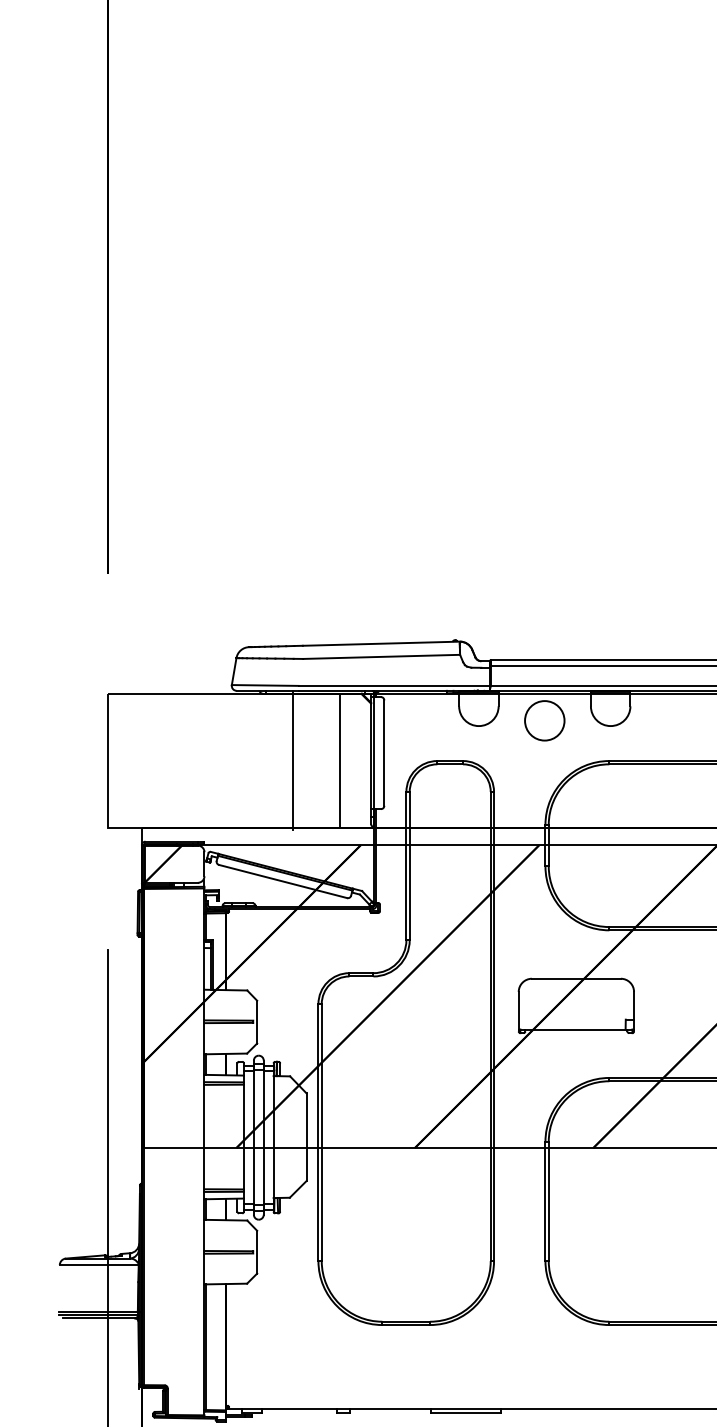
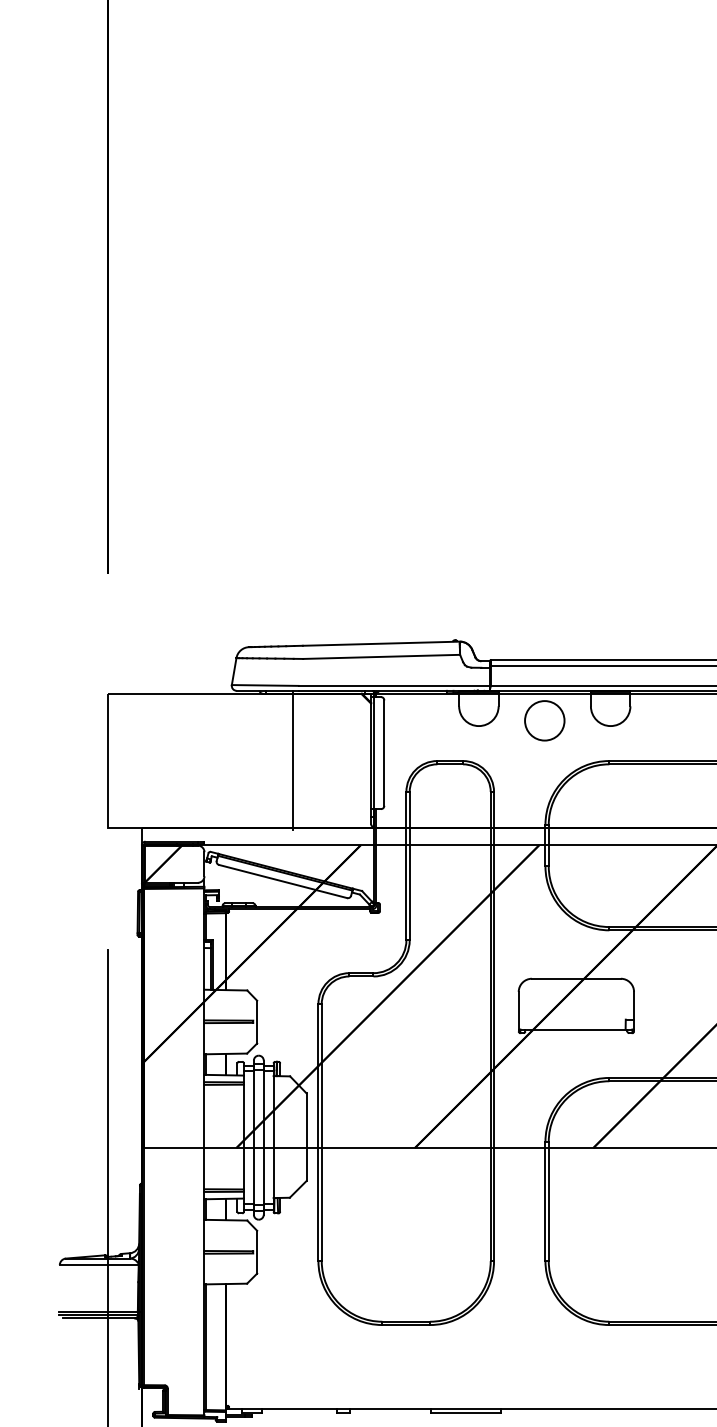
line at (340, 760): present -> none
